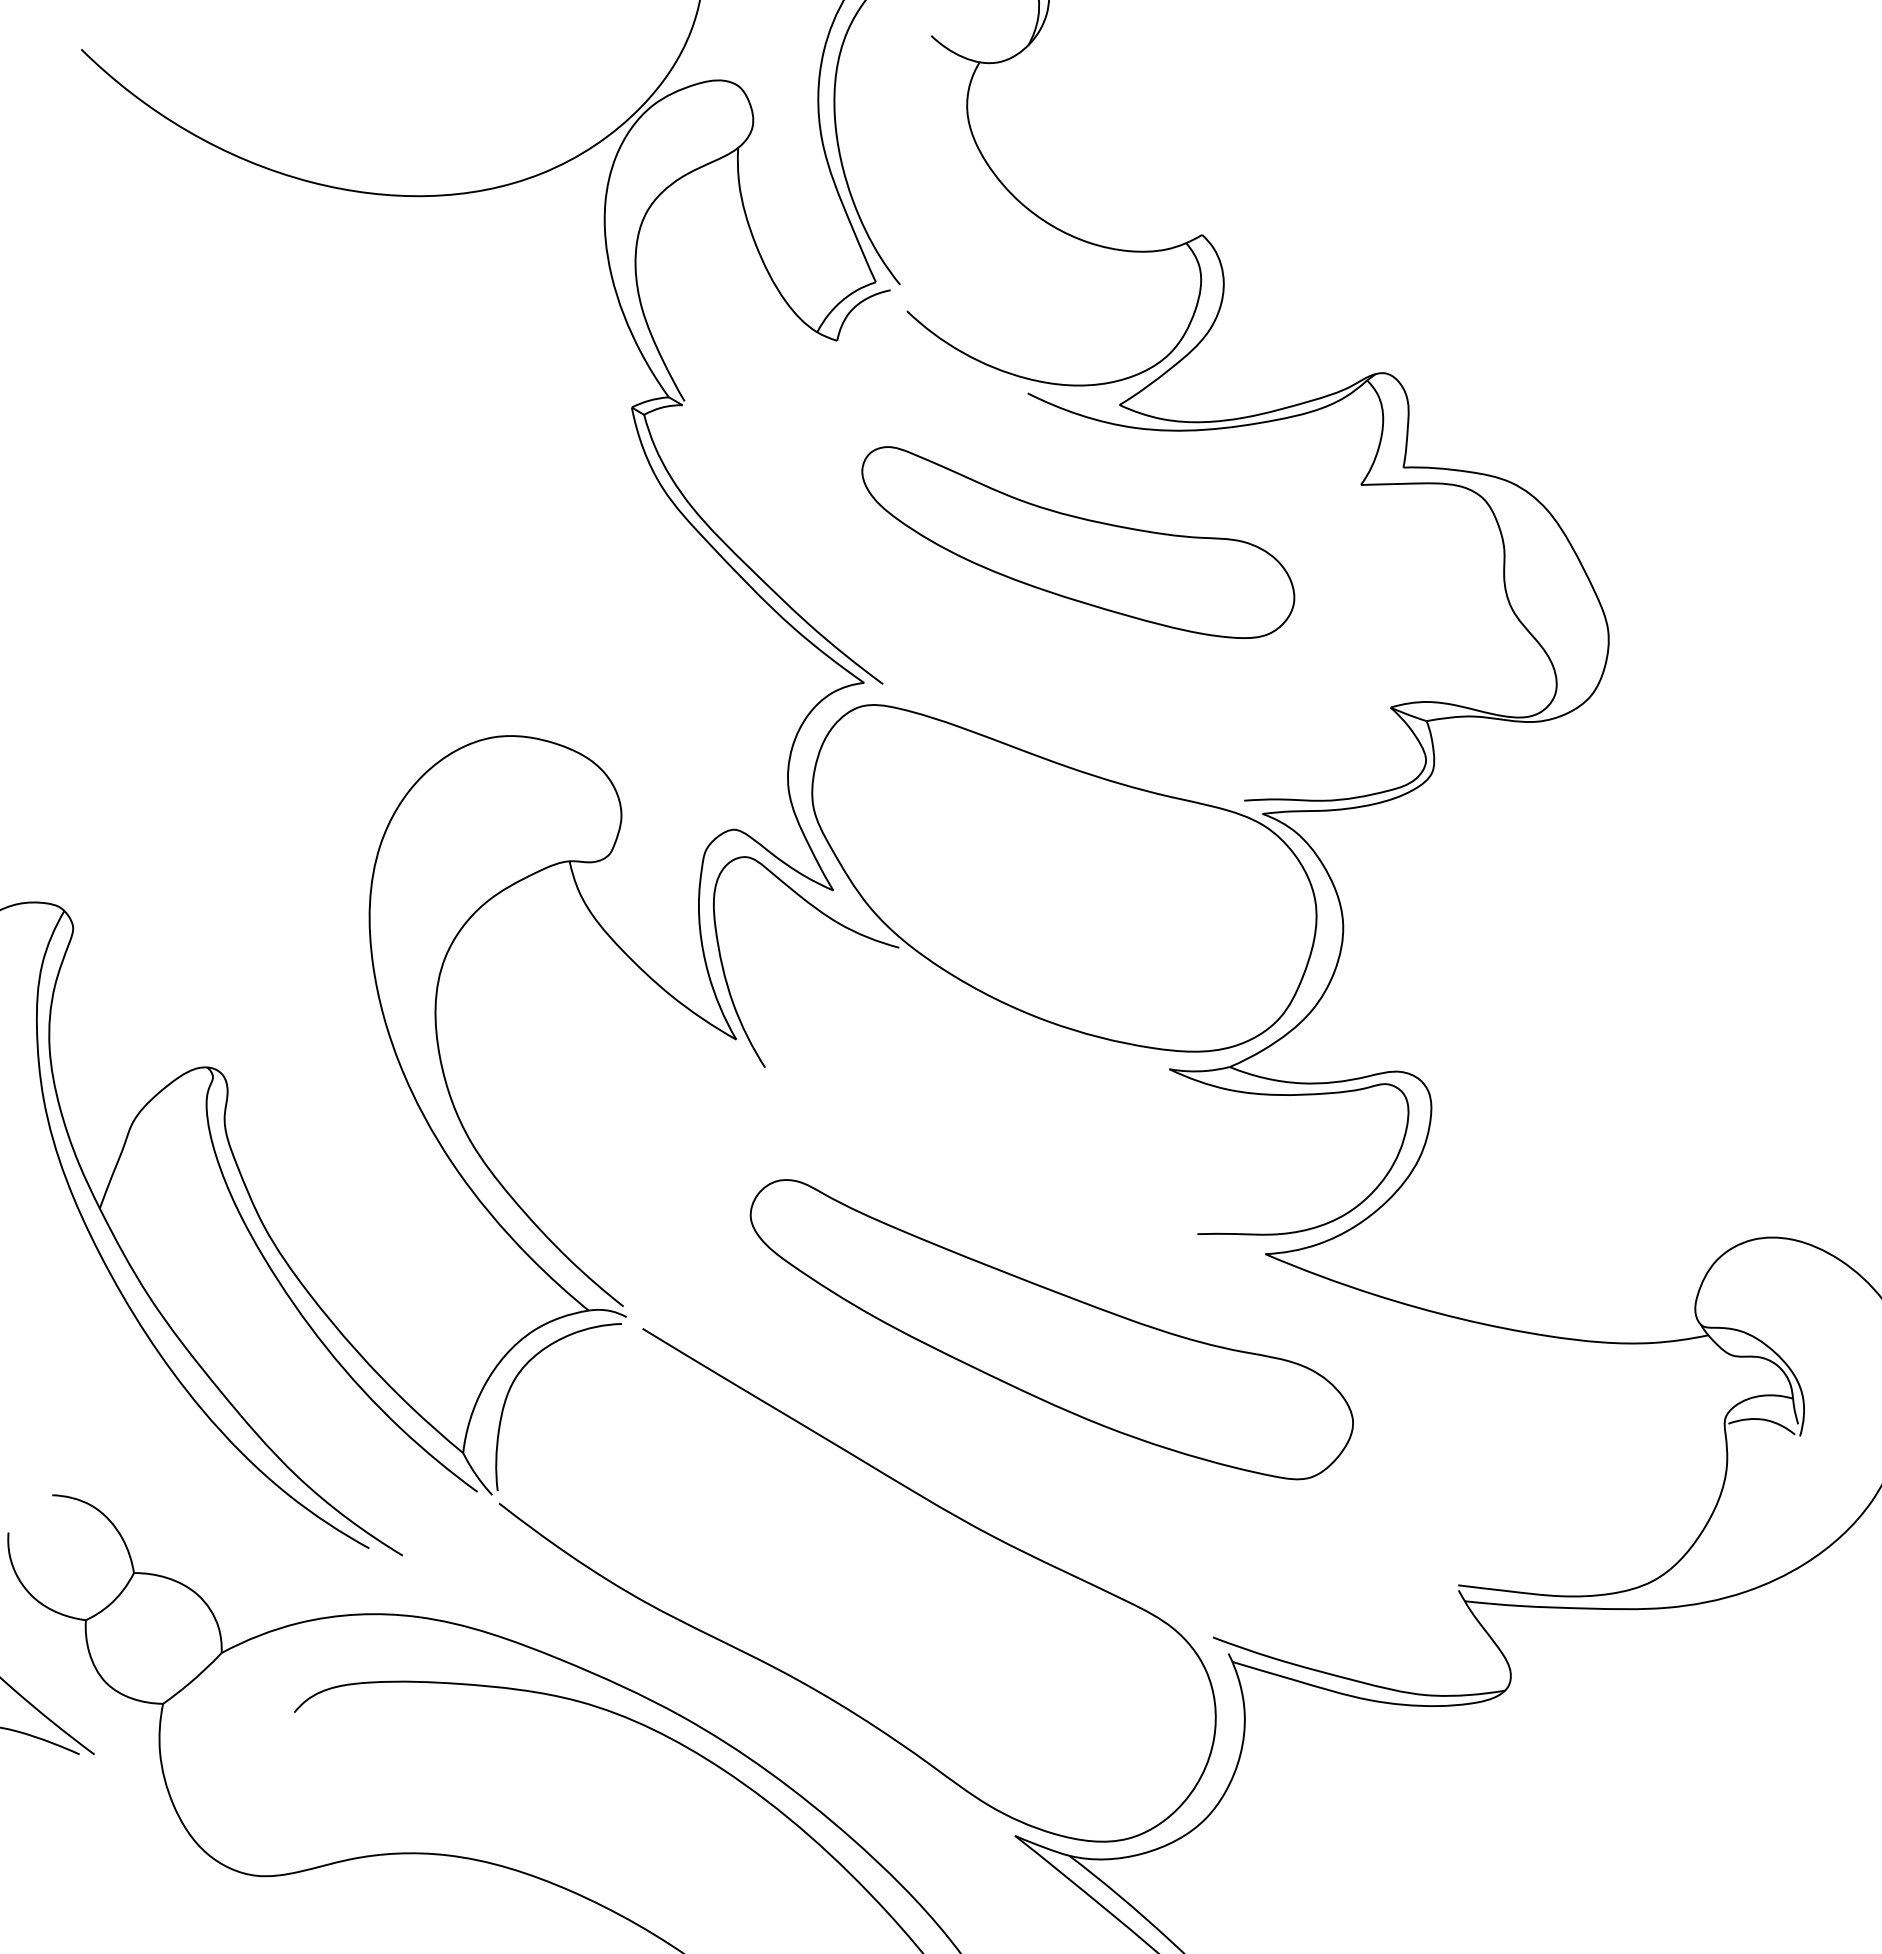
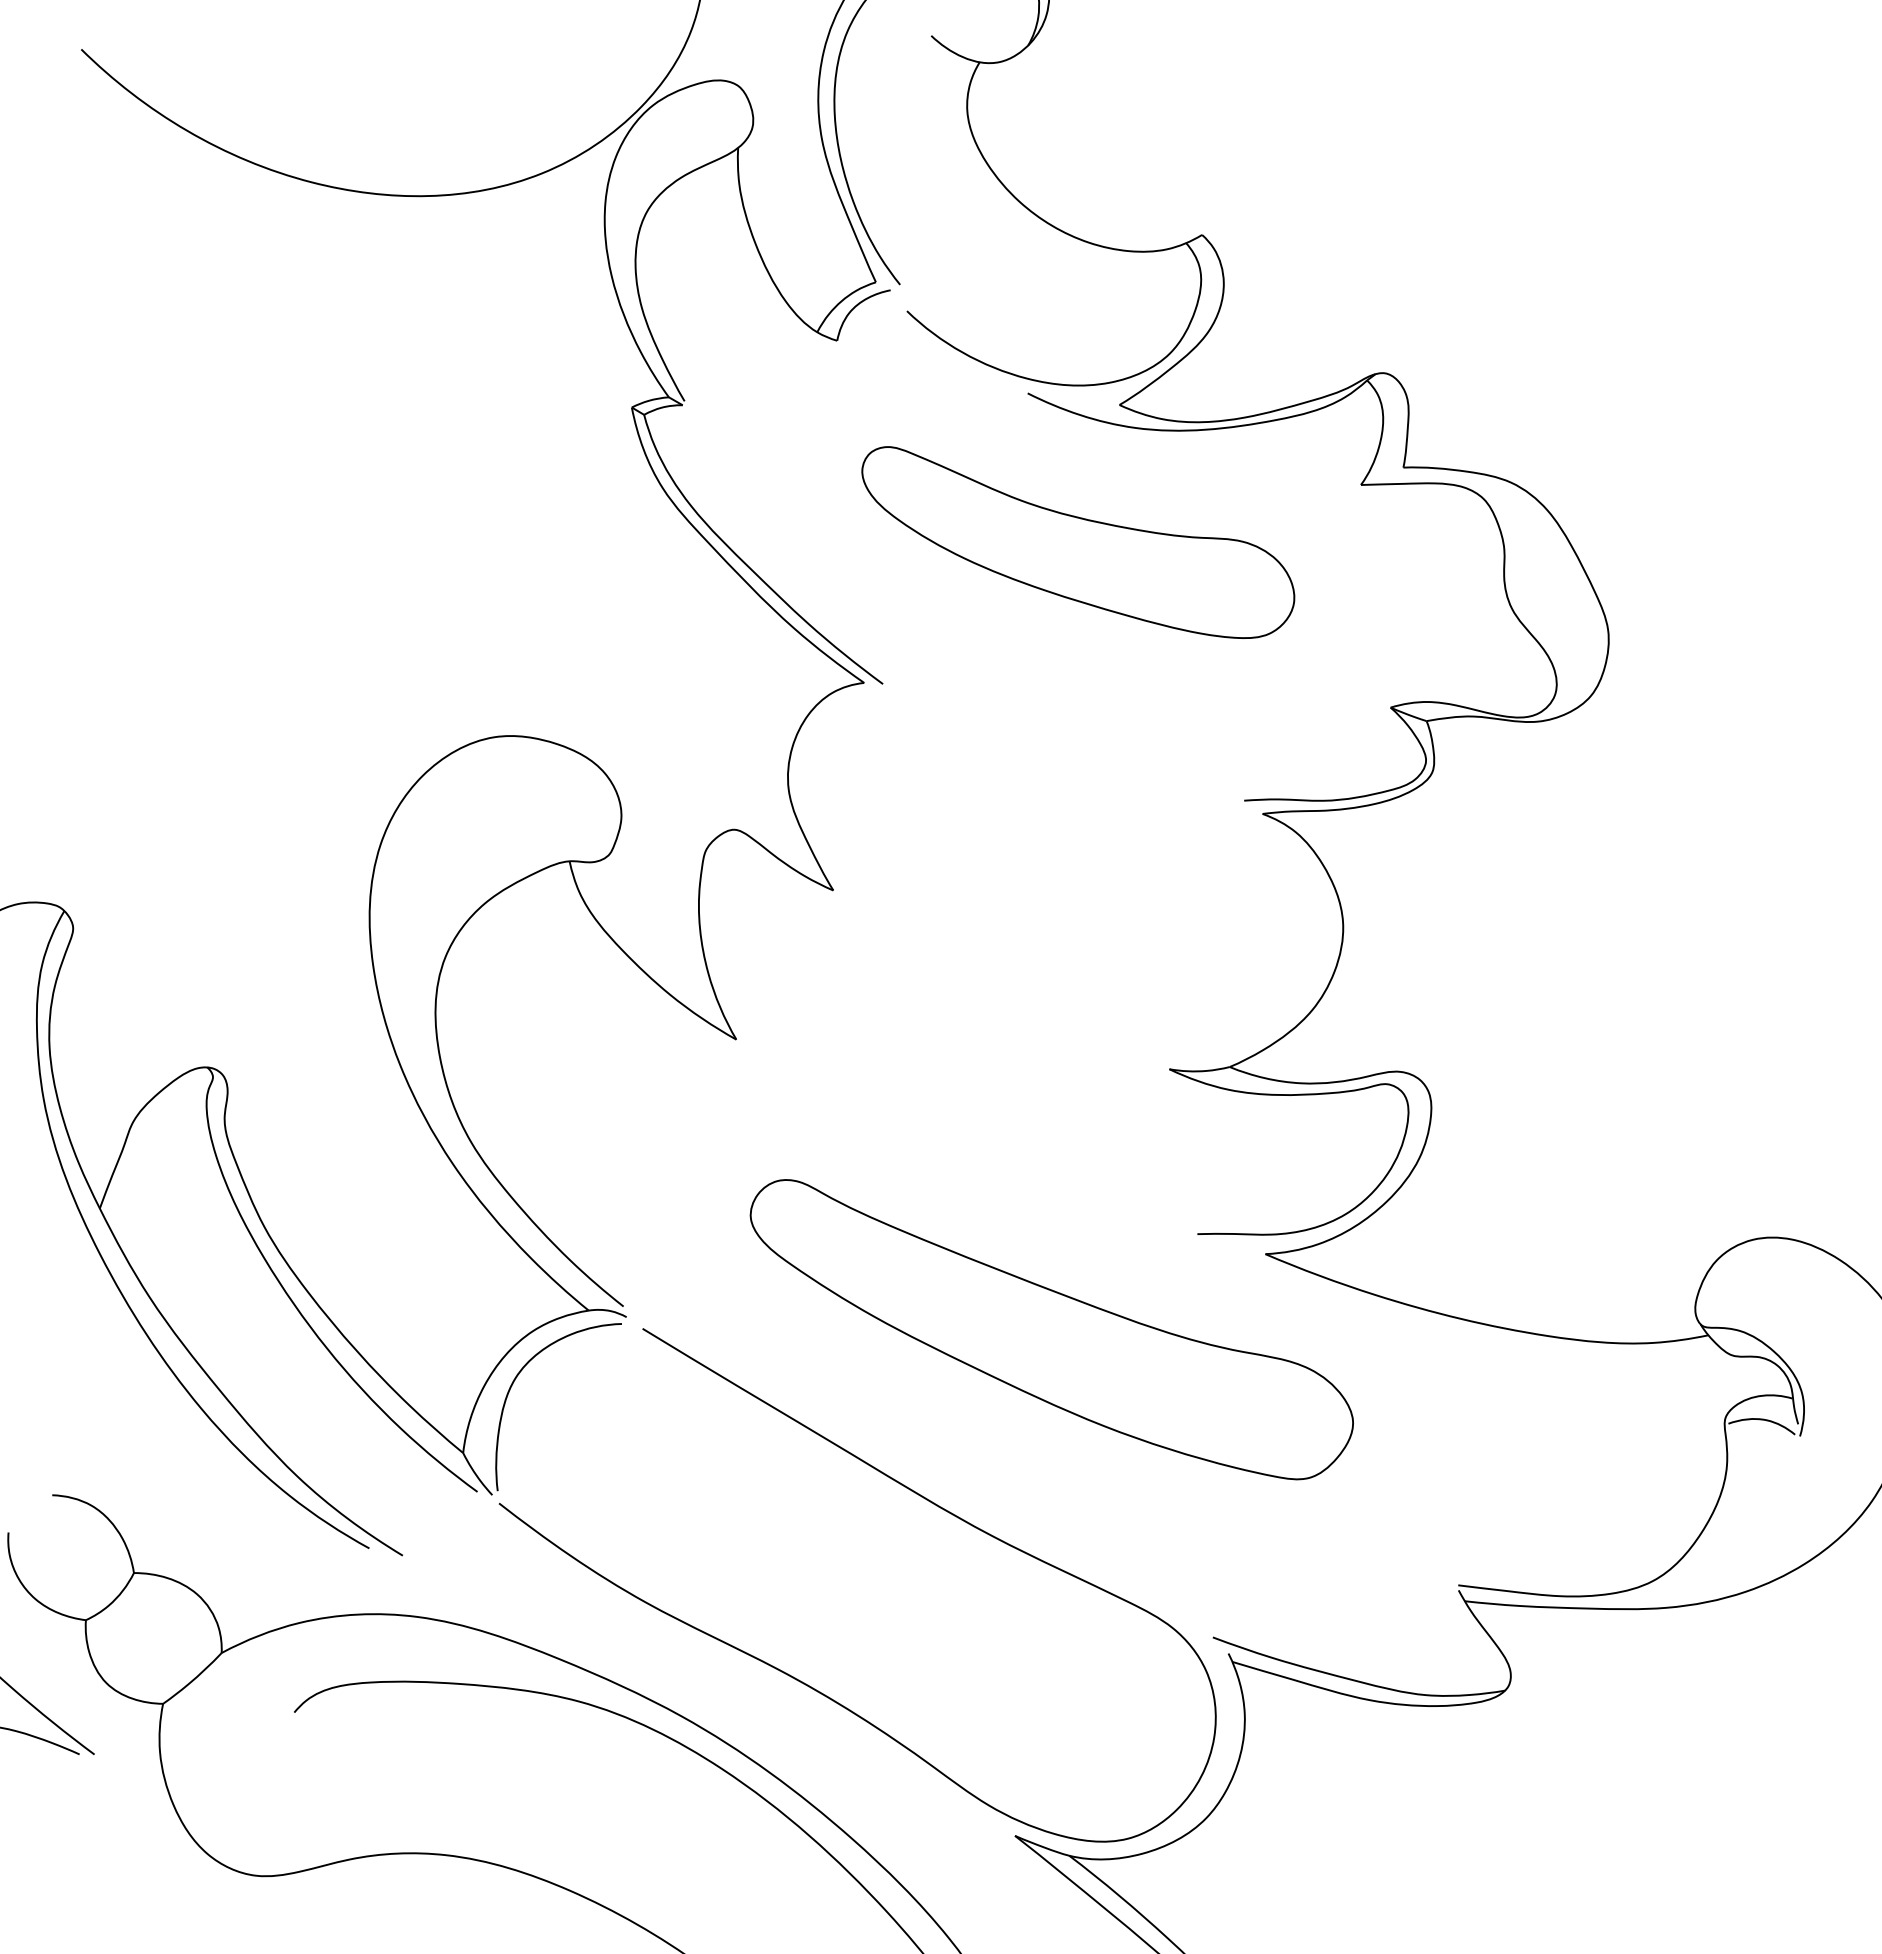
part at (1015, 885): present -> none
